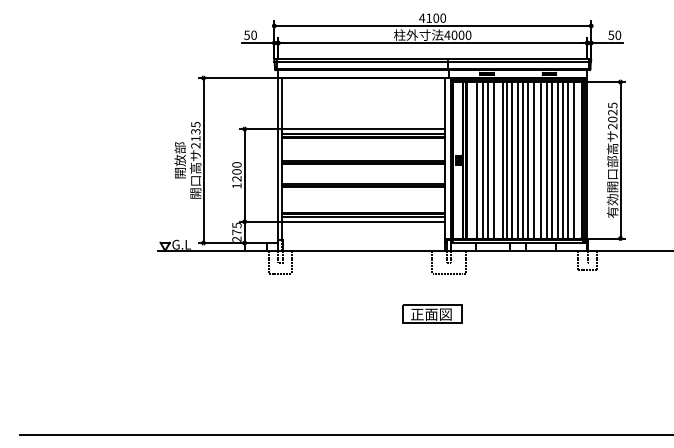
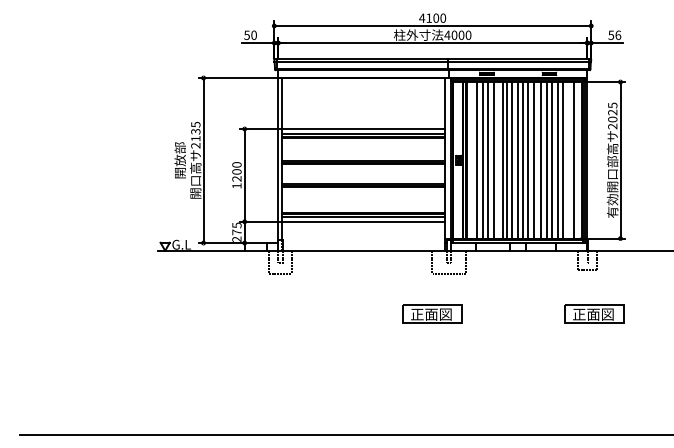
text at (618, 34): 50 -> 56
line at (568, 160): present -> none
part at (594, 313): none -> present
